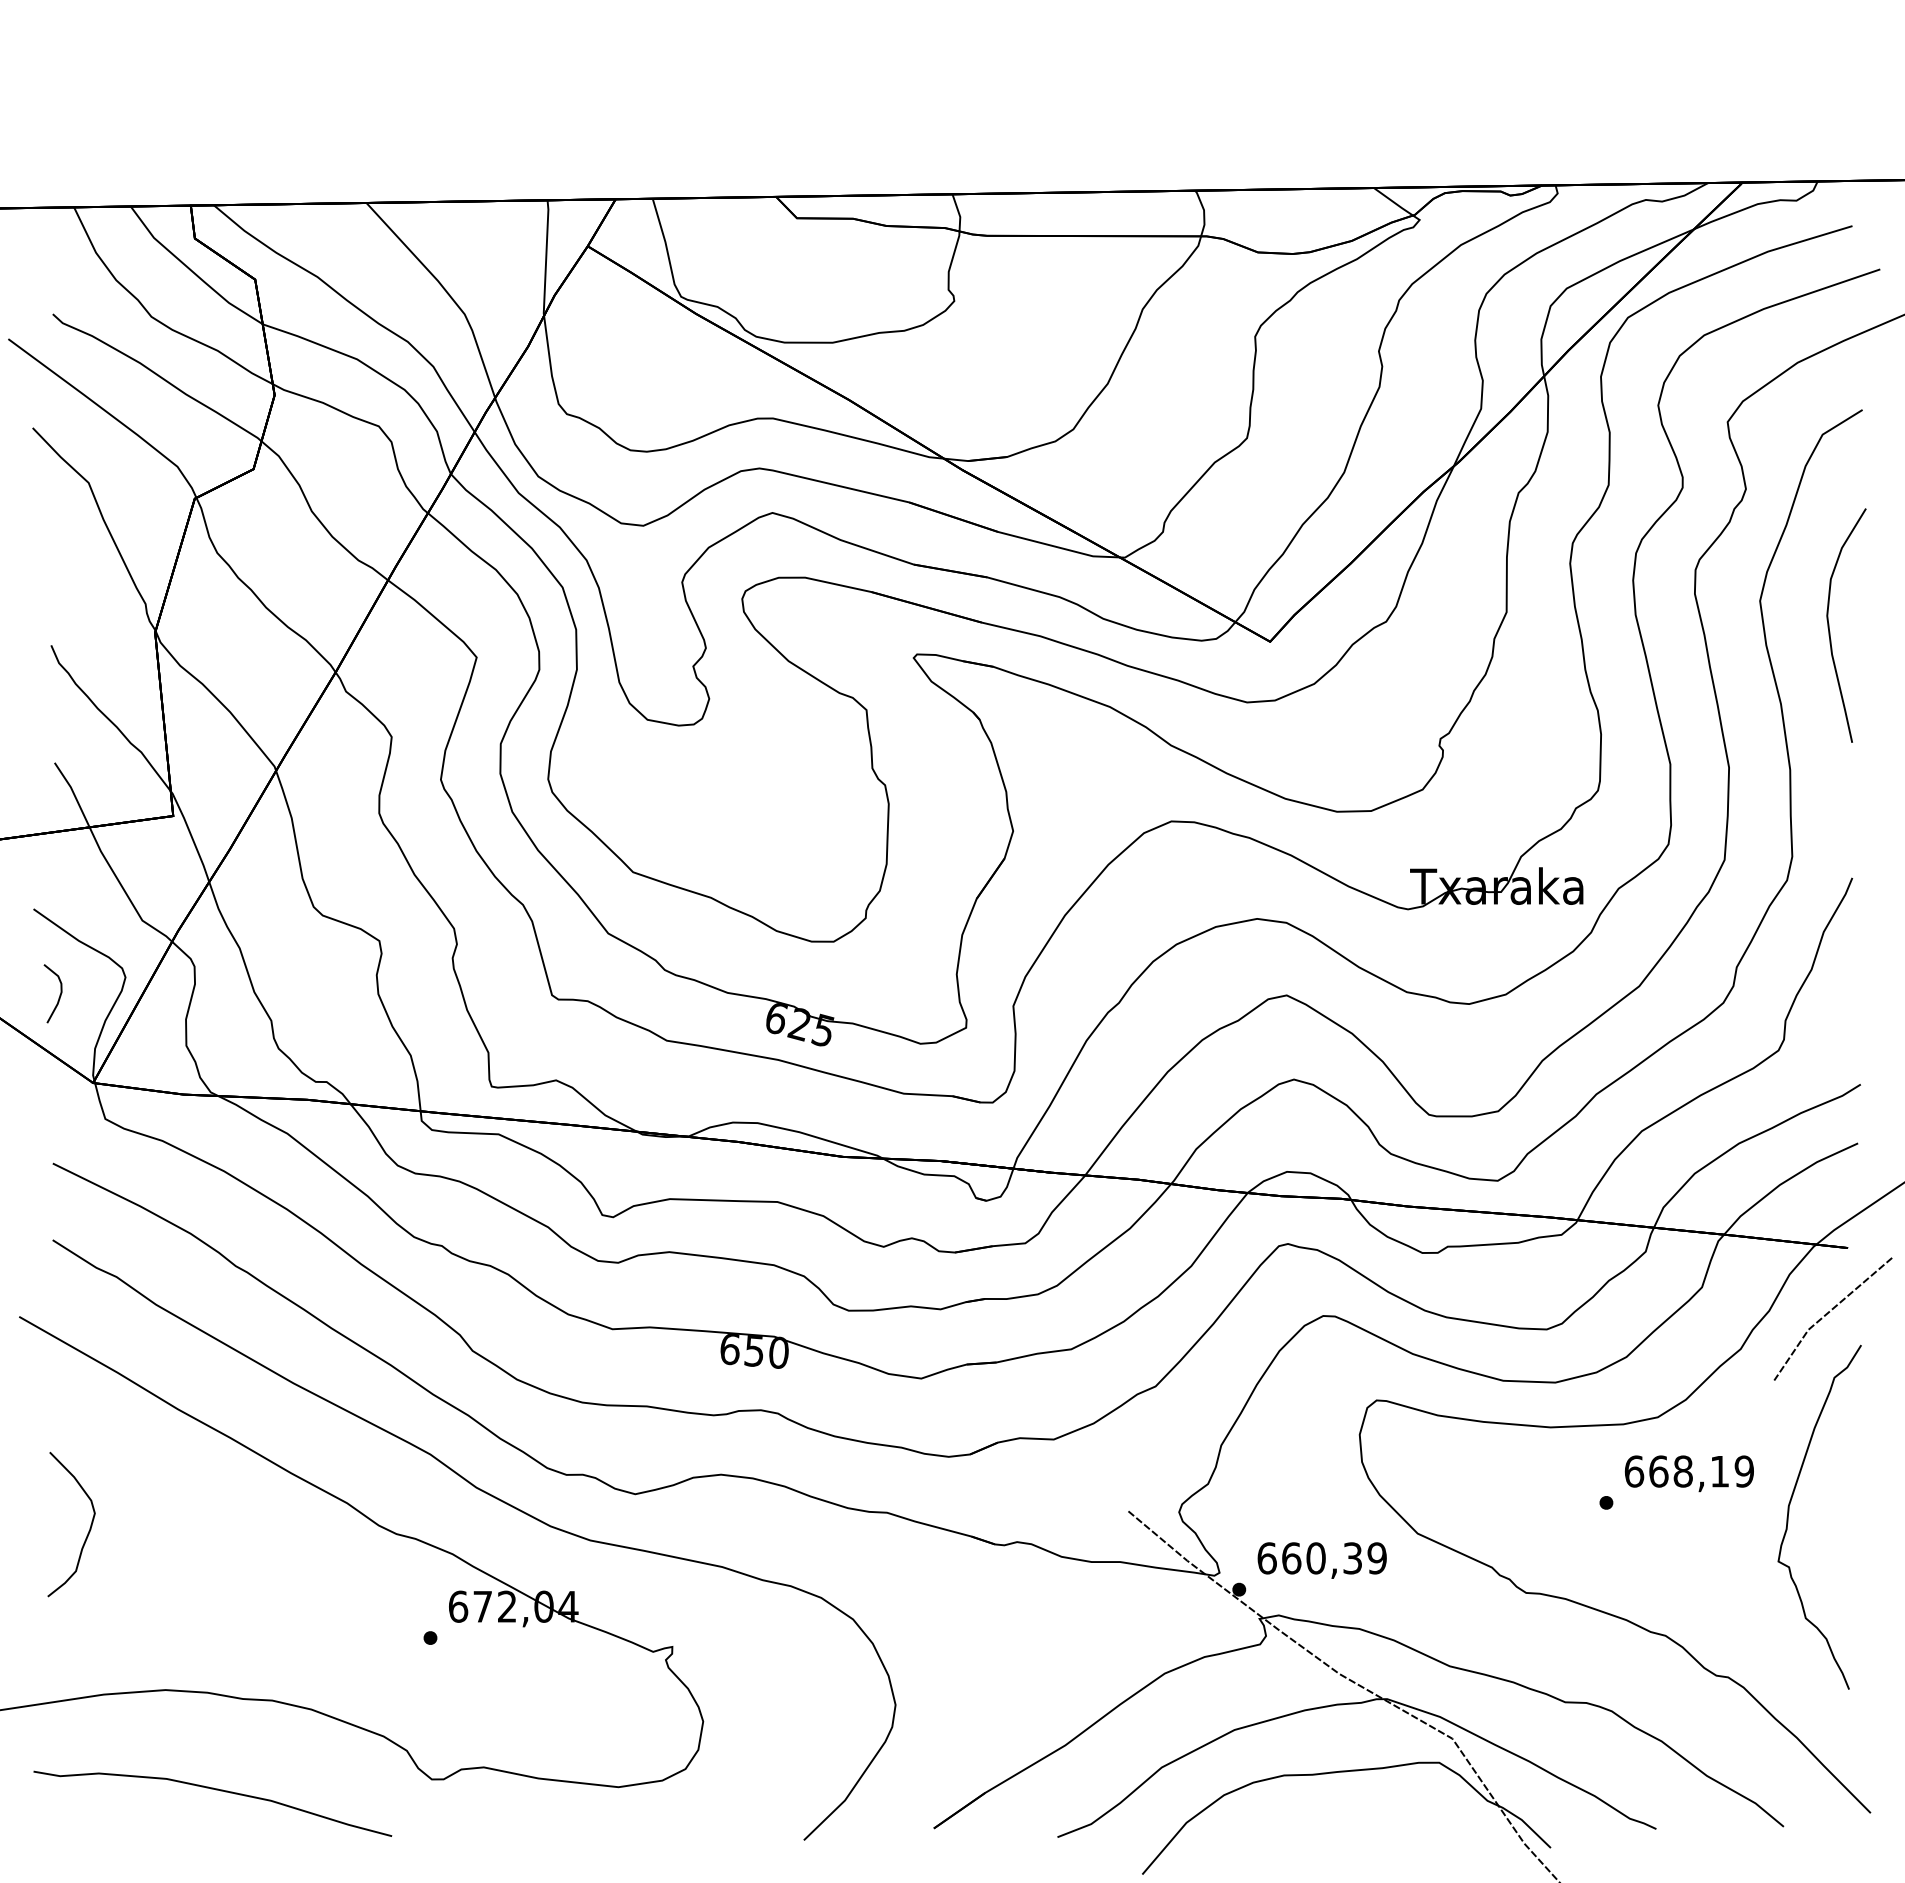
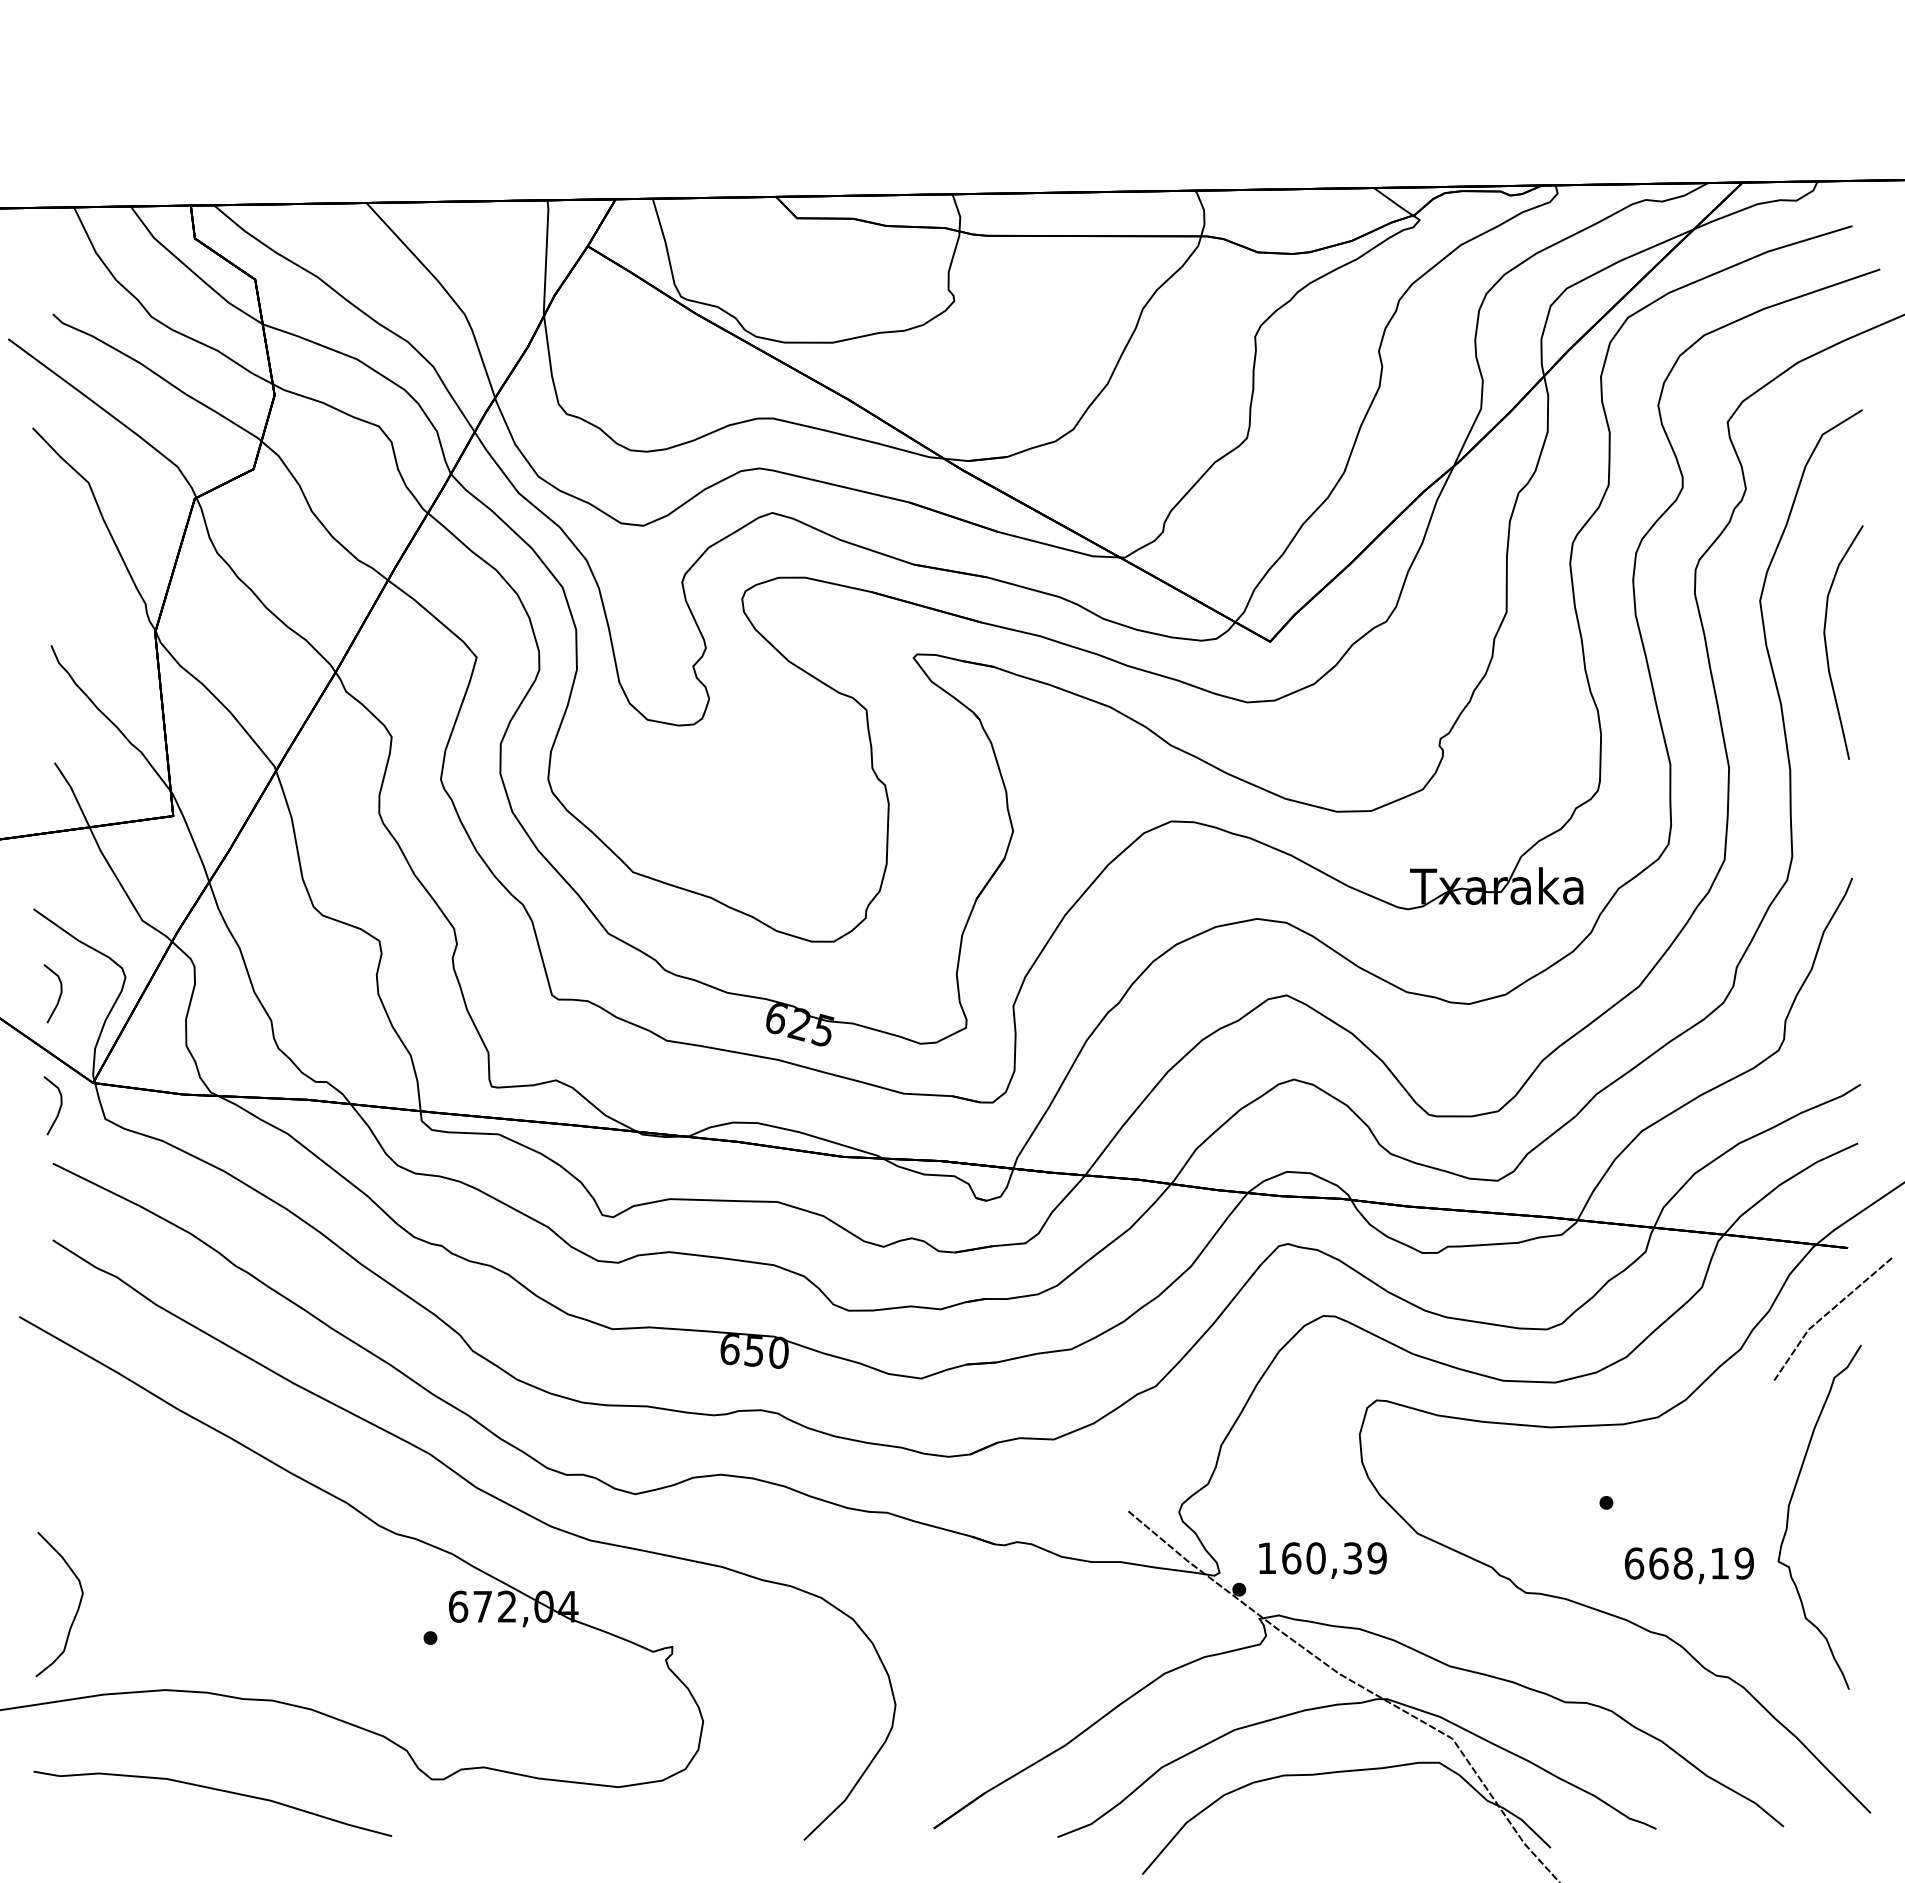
curve at (1829, 625) position: (1829, 625) -> (1826, 642)
curve at (59, 1106): none -> present
text at (1688, 1473) position: (1688, 1473) -> (1688, 1565)
curve at (87, 1533) position: (87, 1533) -> (75, 1613)
text at (1266, 1558): 660,39 -> 160,39
